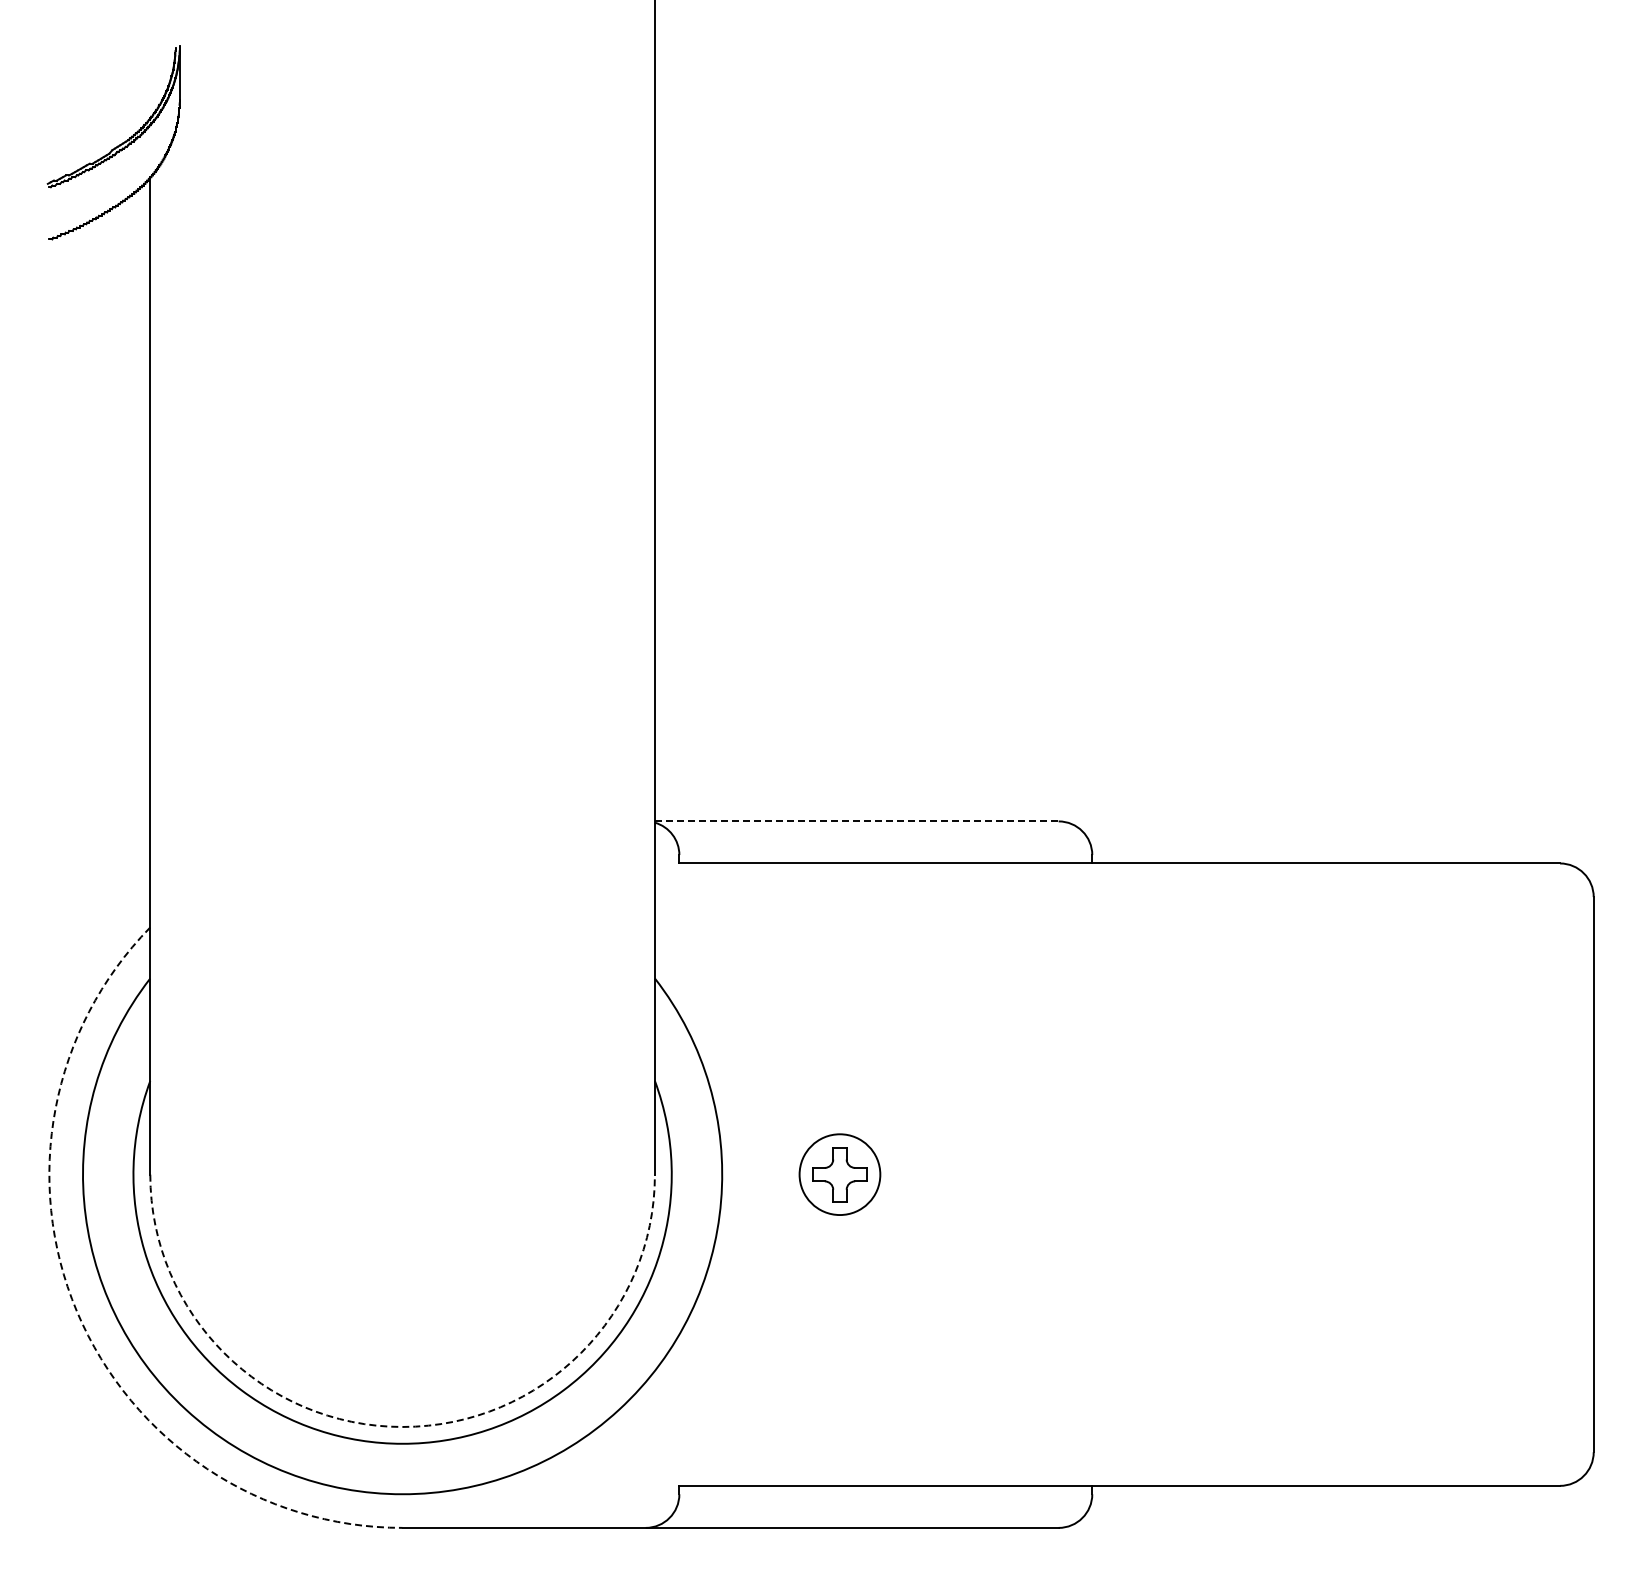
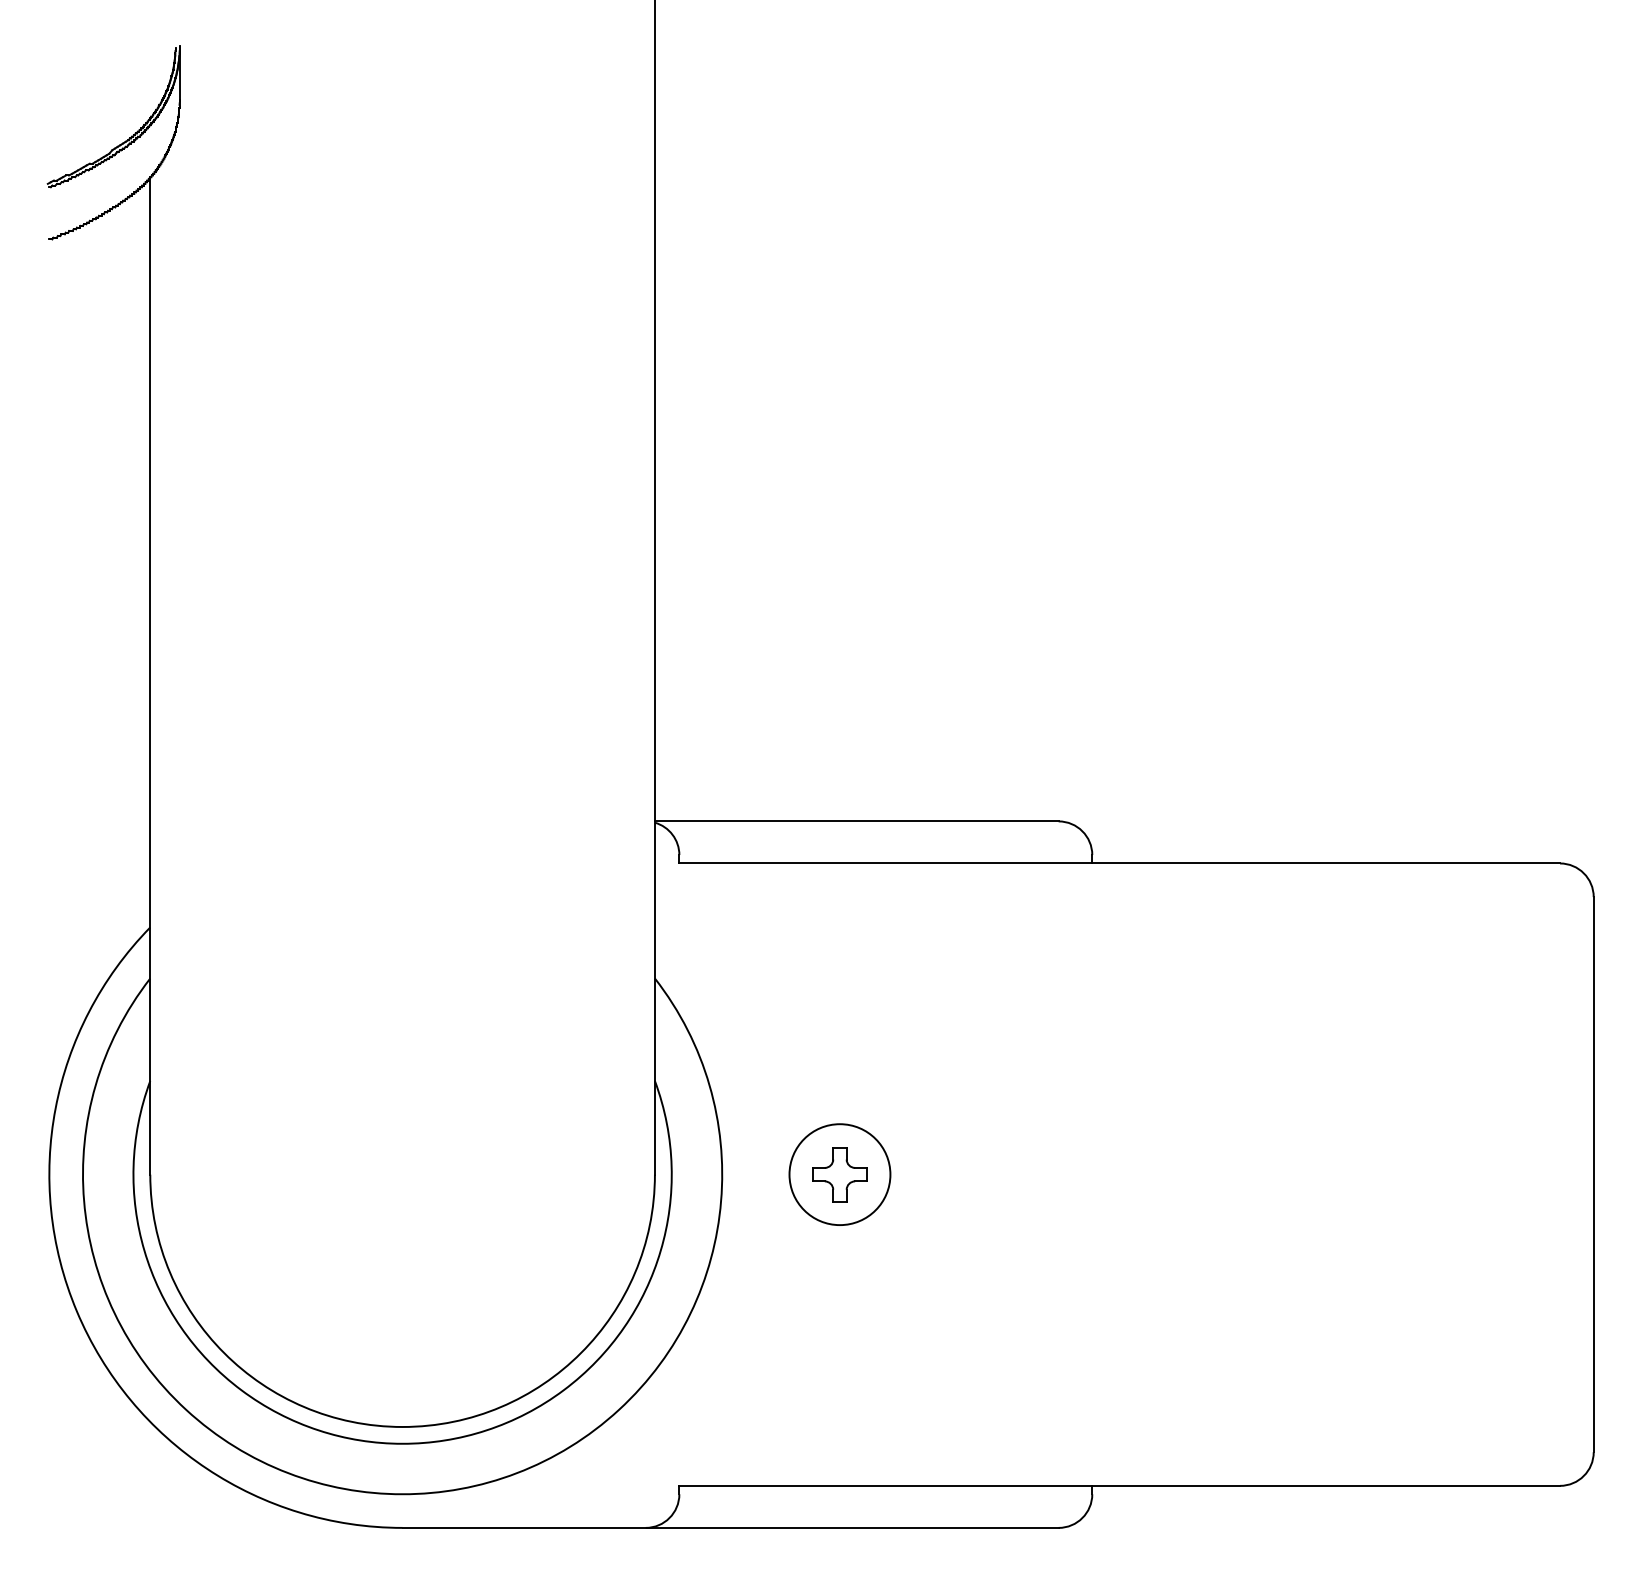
line at (856, 821): dashed -> solid
circle at (839, 1174) diameter: 81 px -> 101 px
arc at (76, 1311): dashed -> solid
arc at (402, 1426): dashed -> solid
